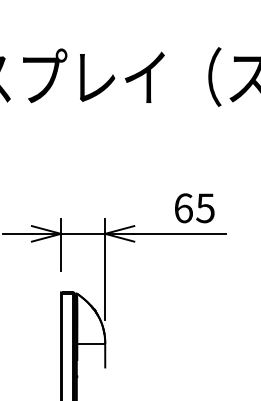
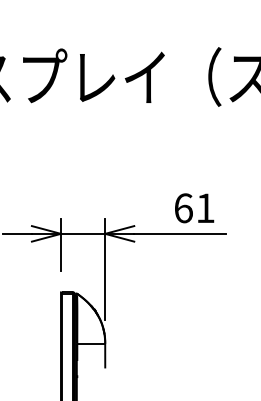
text at (205, 208): 65 -> 61
